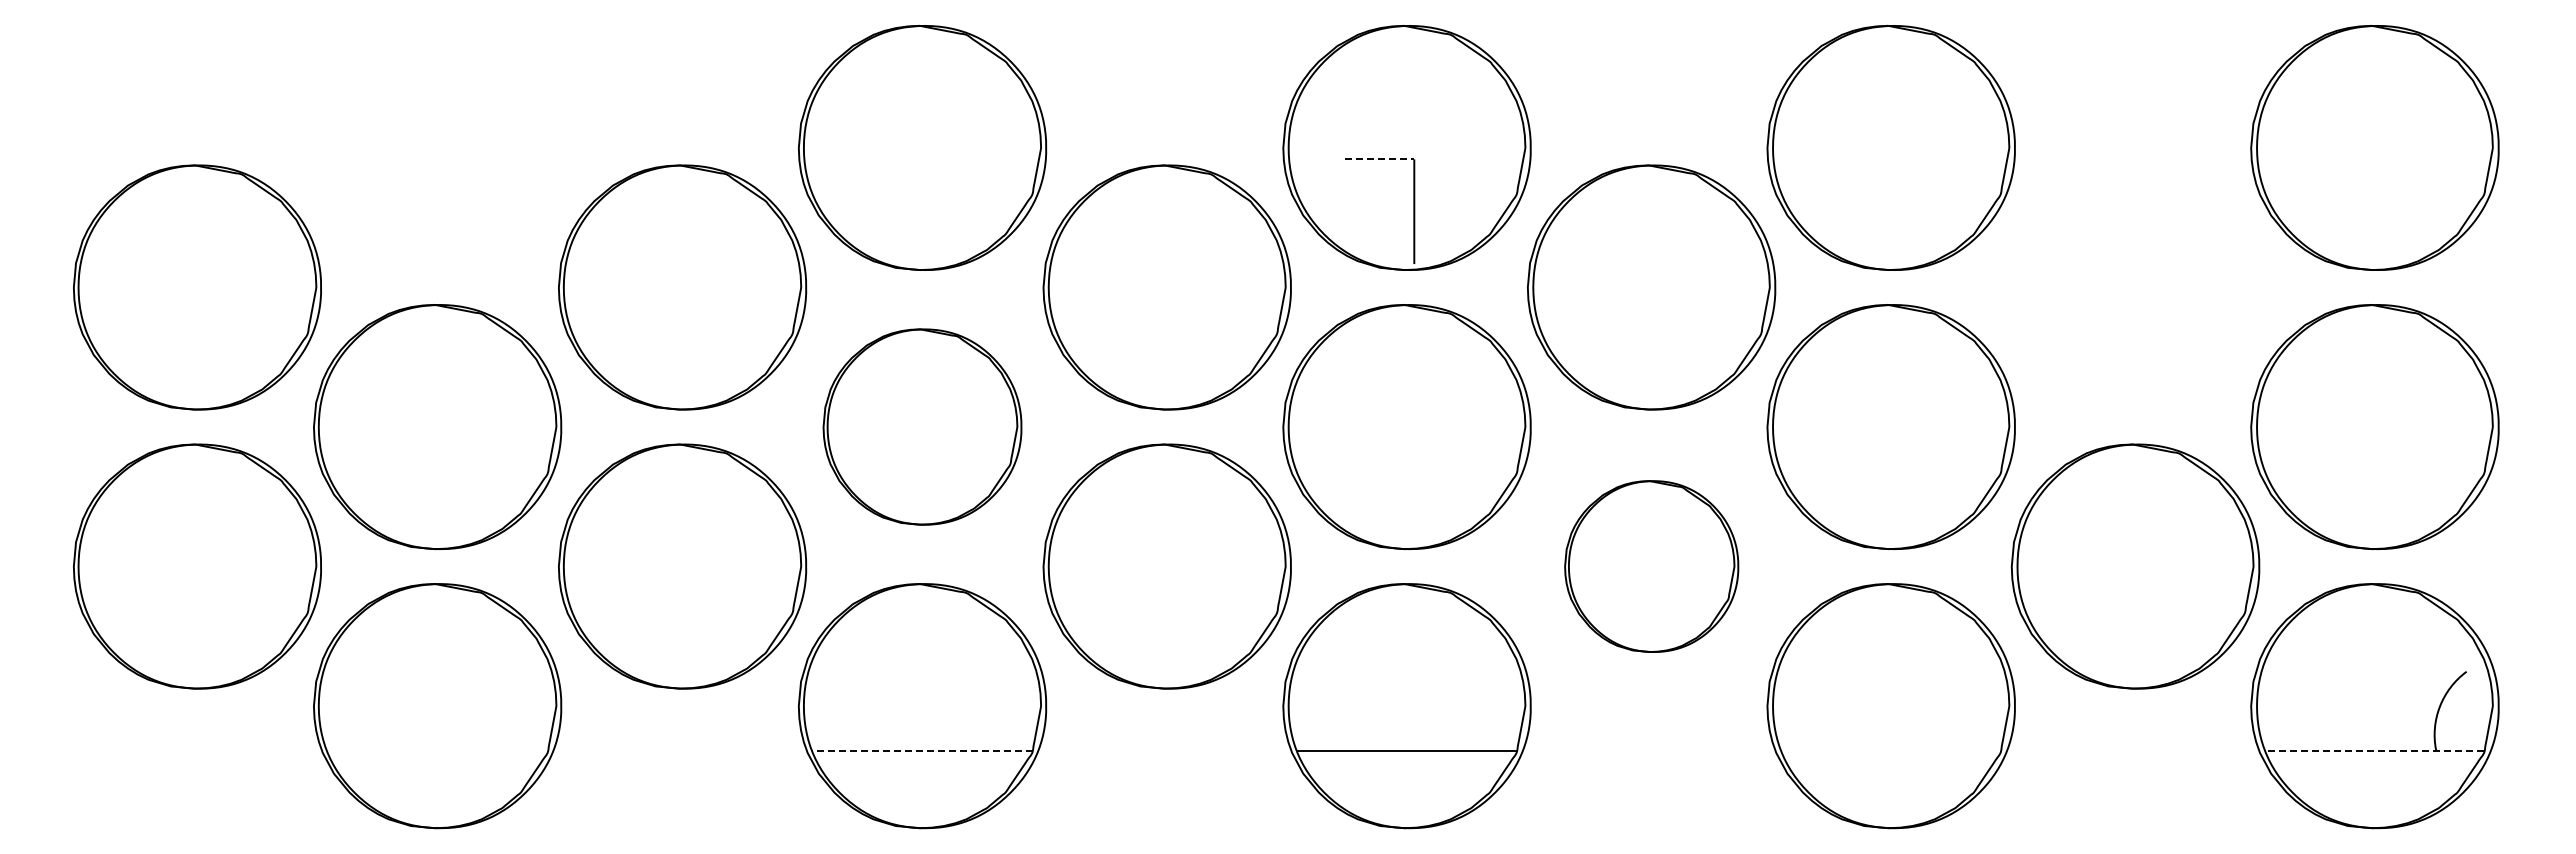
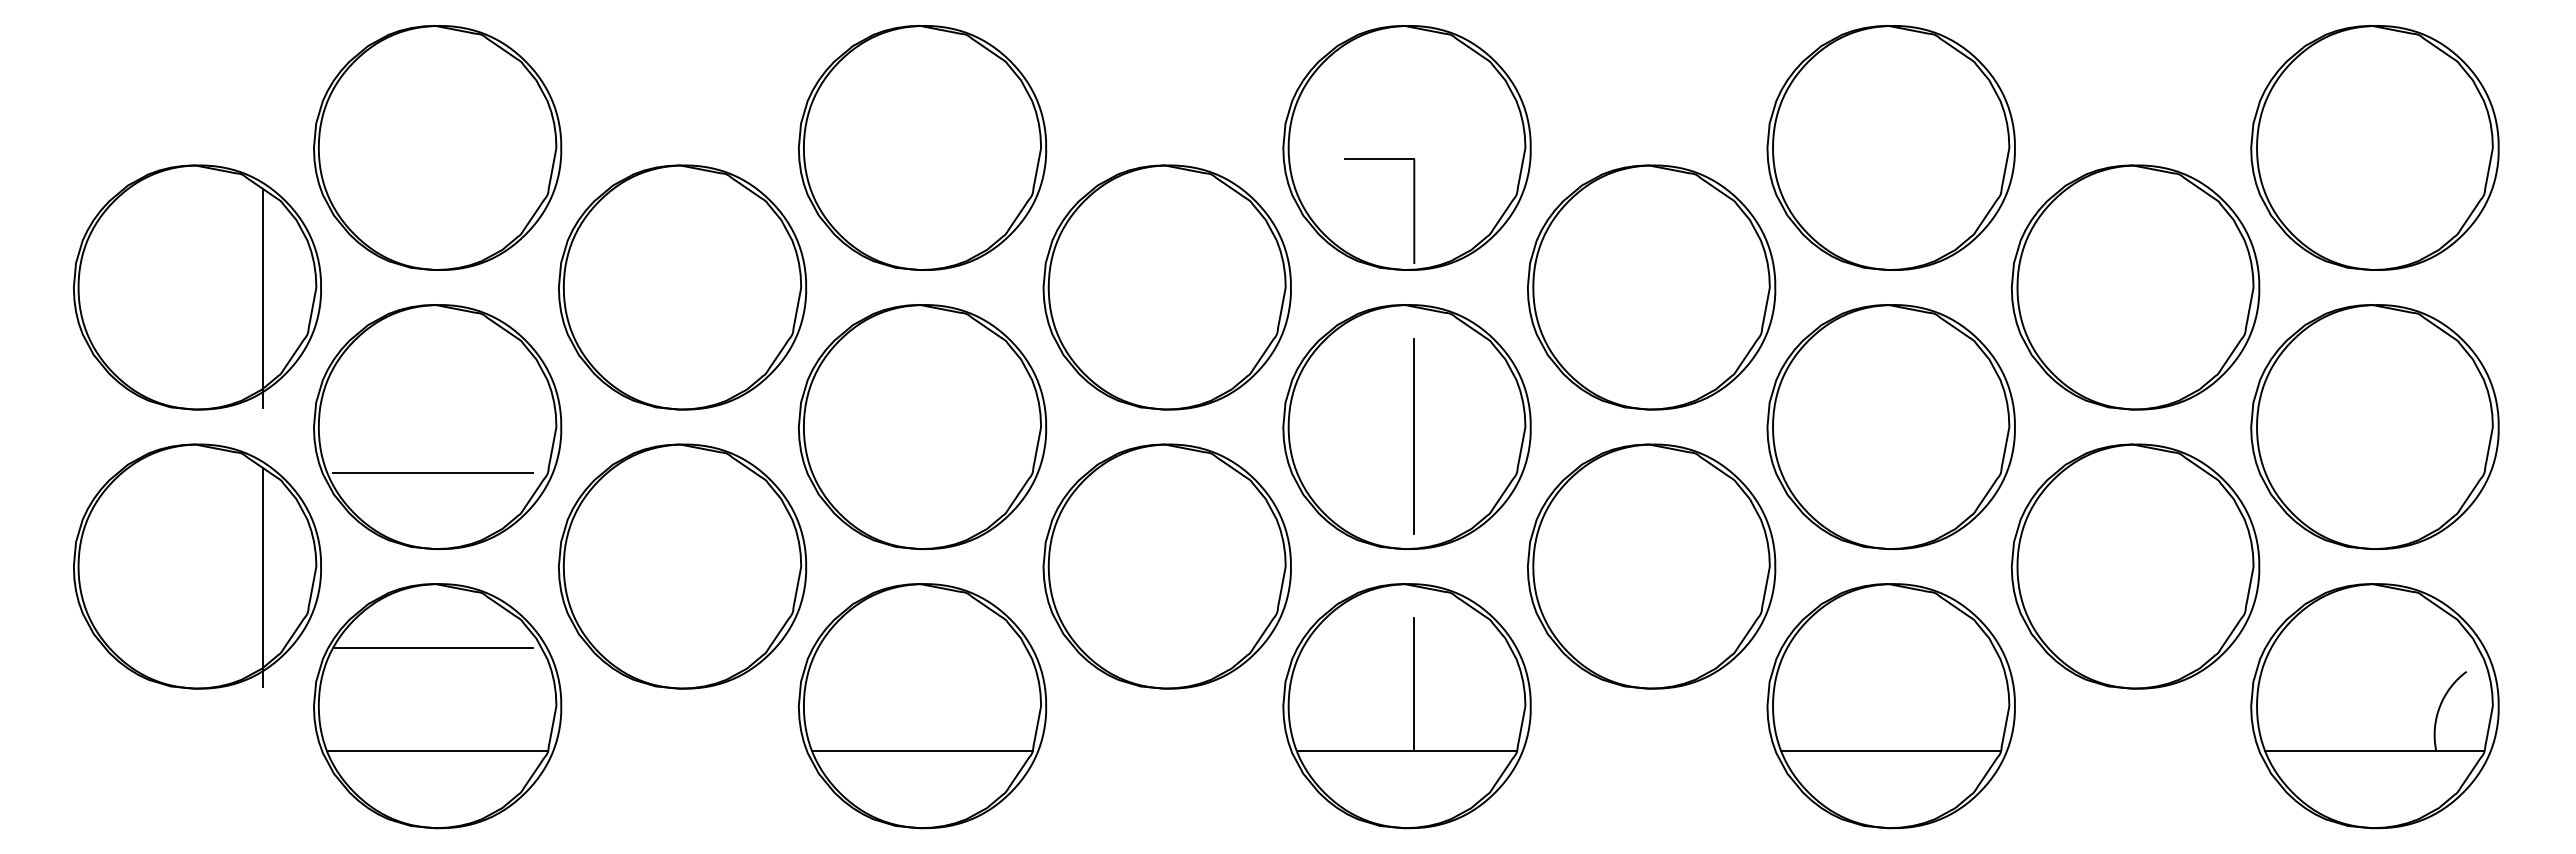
part at (437, 147): none -> present
line at (1379, 159): dashed -> solid
part at (2135, 287): none -> present
line at (263, 298): none -> present
part at (922, 426) size: 201x198 px -> 251x246 px
line at (1414, 435): none -> present
line at (432, 473): none -> present
part at (1651, 566) size: 176x173 px -> 250x247 px
line at (263, 577): none -> present
line at (434, 647): none -> present
line at (1414, 683): none -> present
line at (437, 750): none -> present
line at (921, 750): dashed -> solid
line at (1890, 750): none -> present
line at (2374, 750): dashed -> solid
